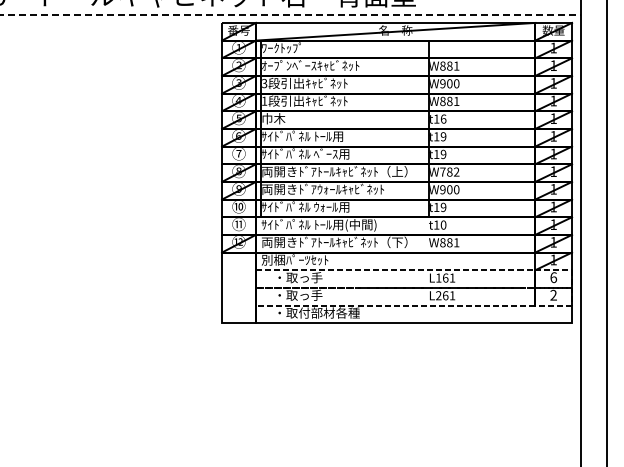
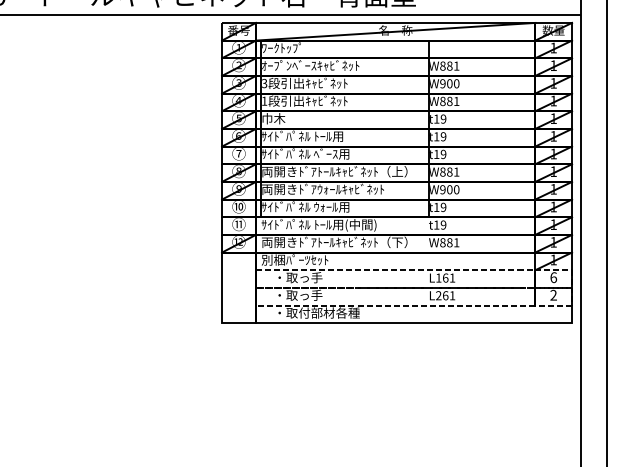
line at (290, 14): dashed -> solid
text at (443, 118): t16 -> t19
text at (449, 171): W782 -> W881
text at (443, 224): t10 -> t19
